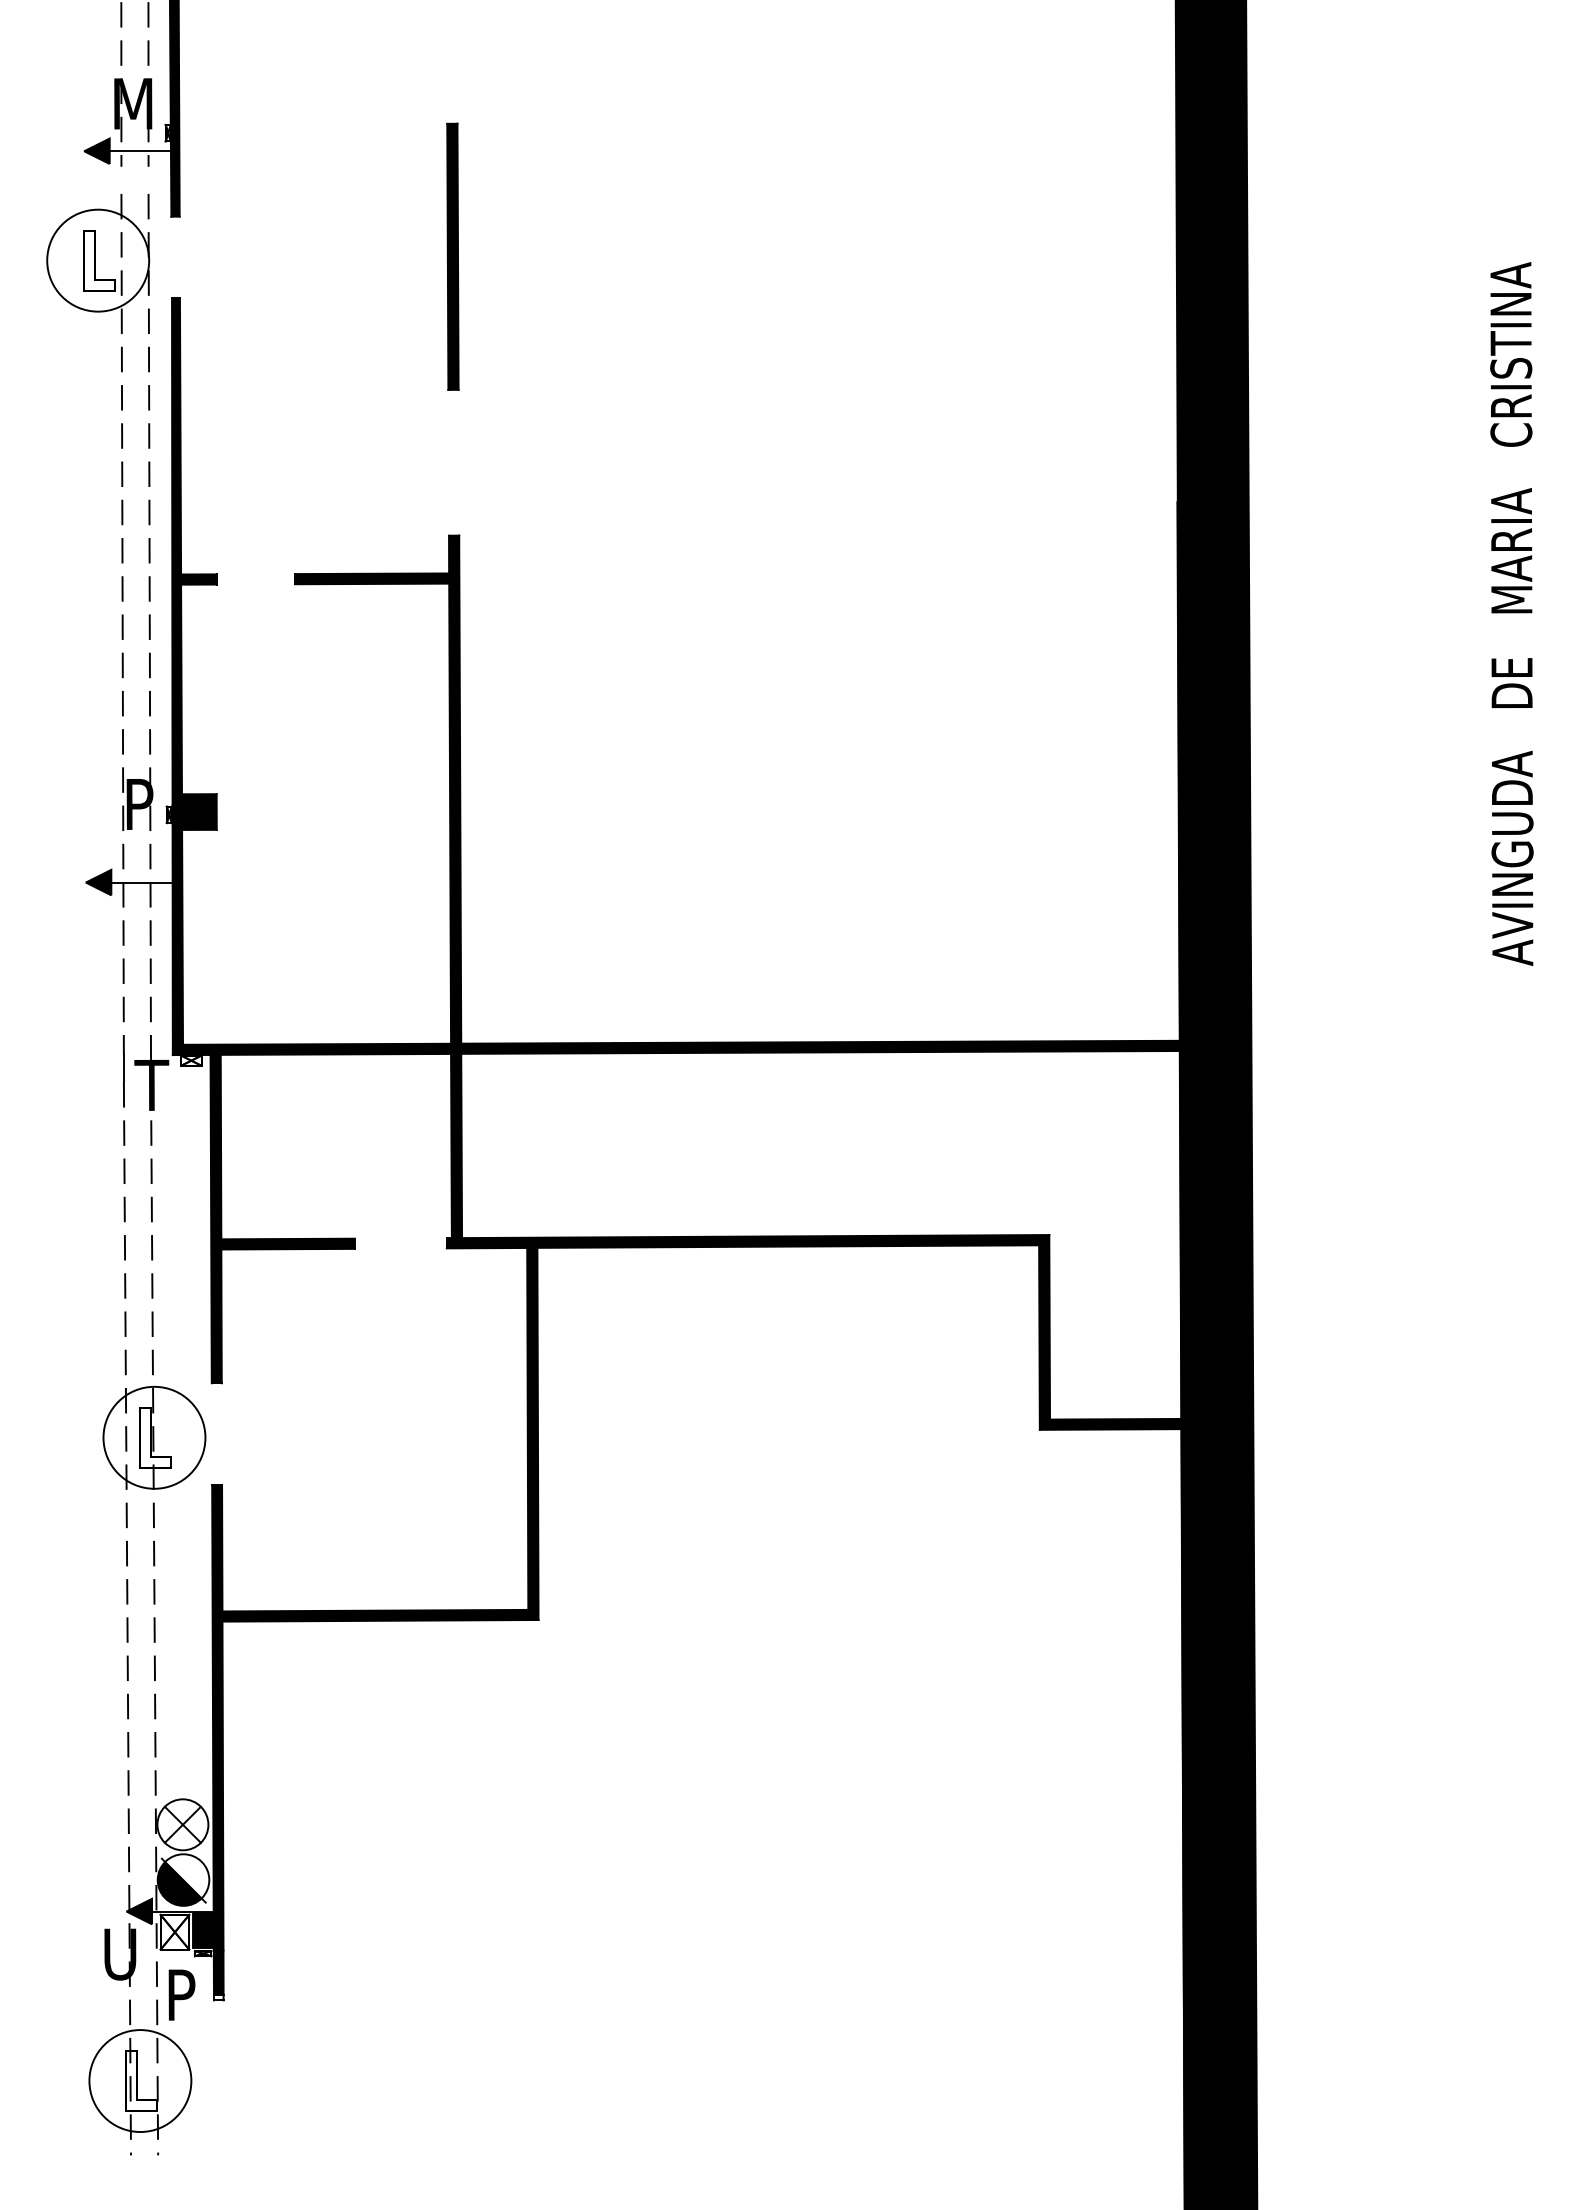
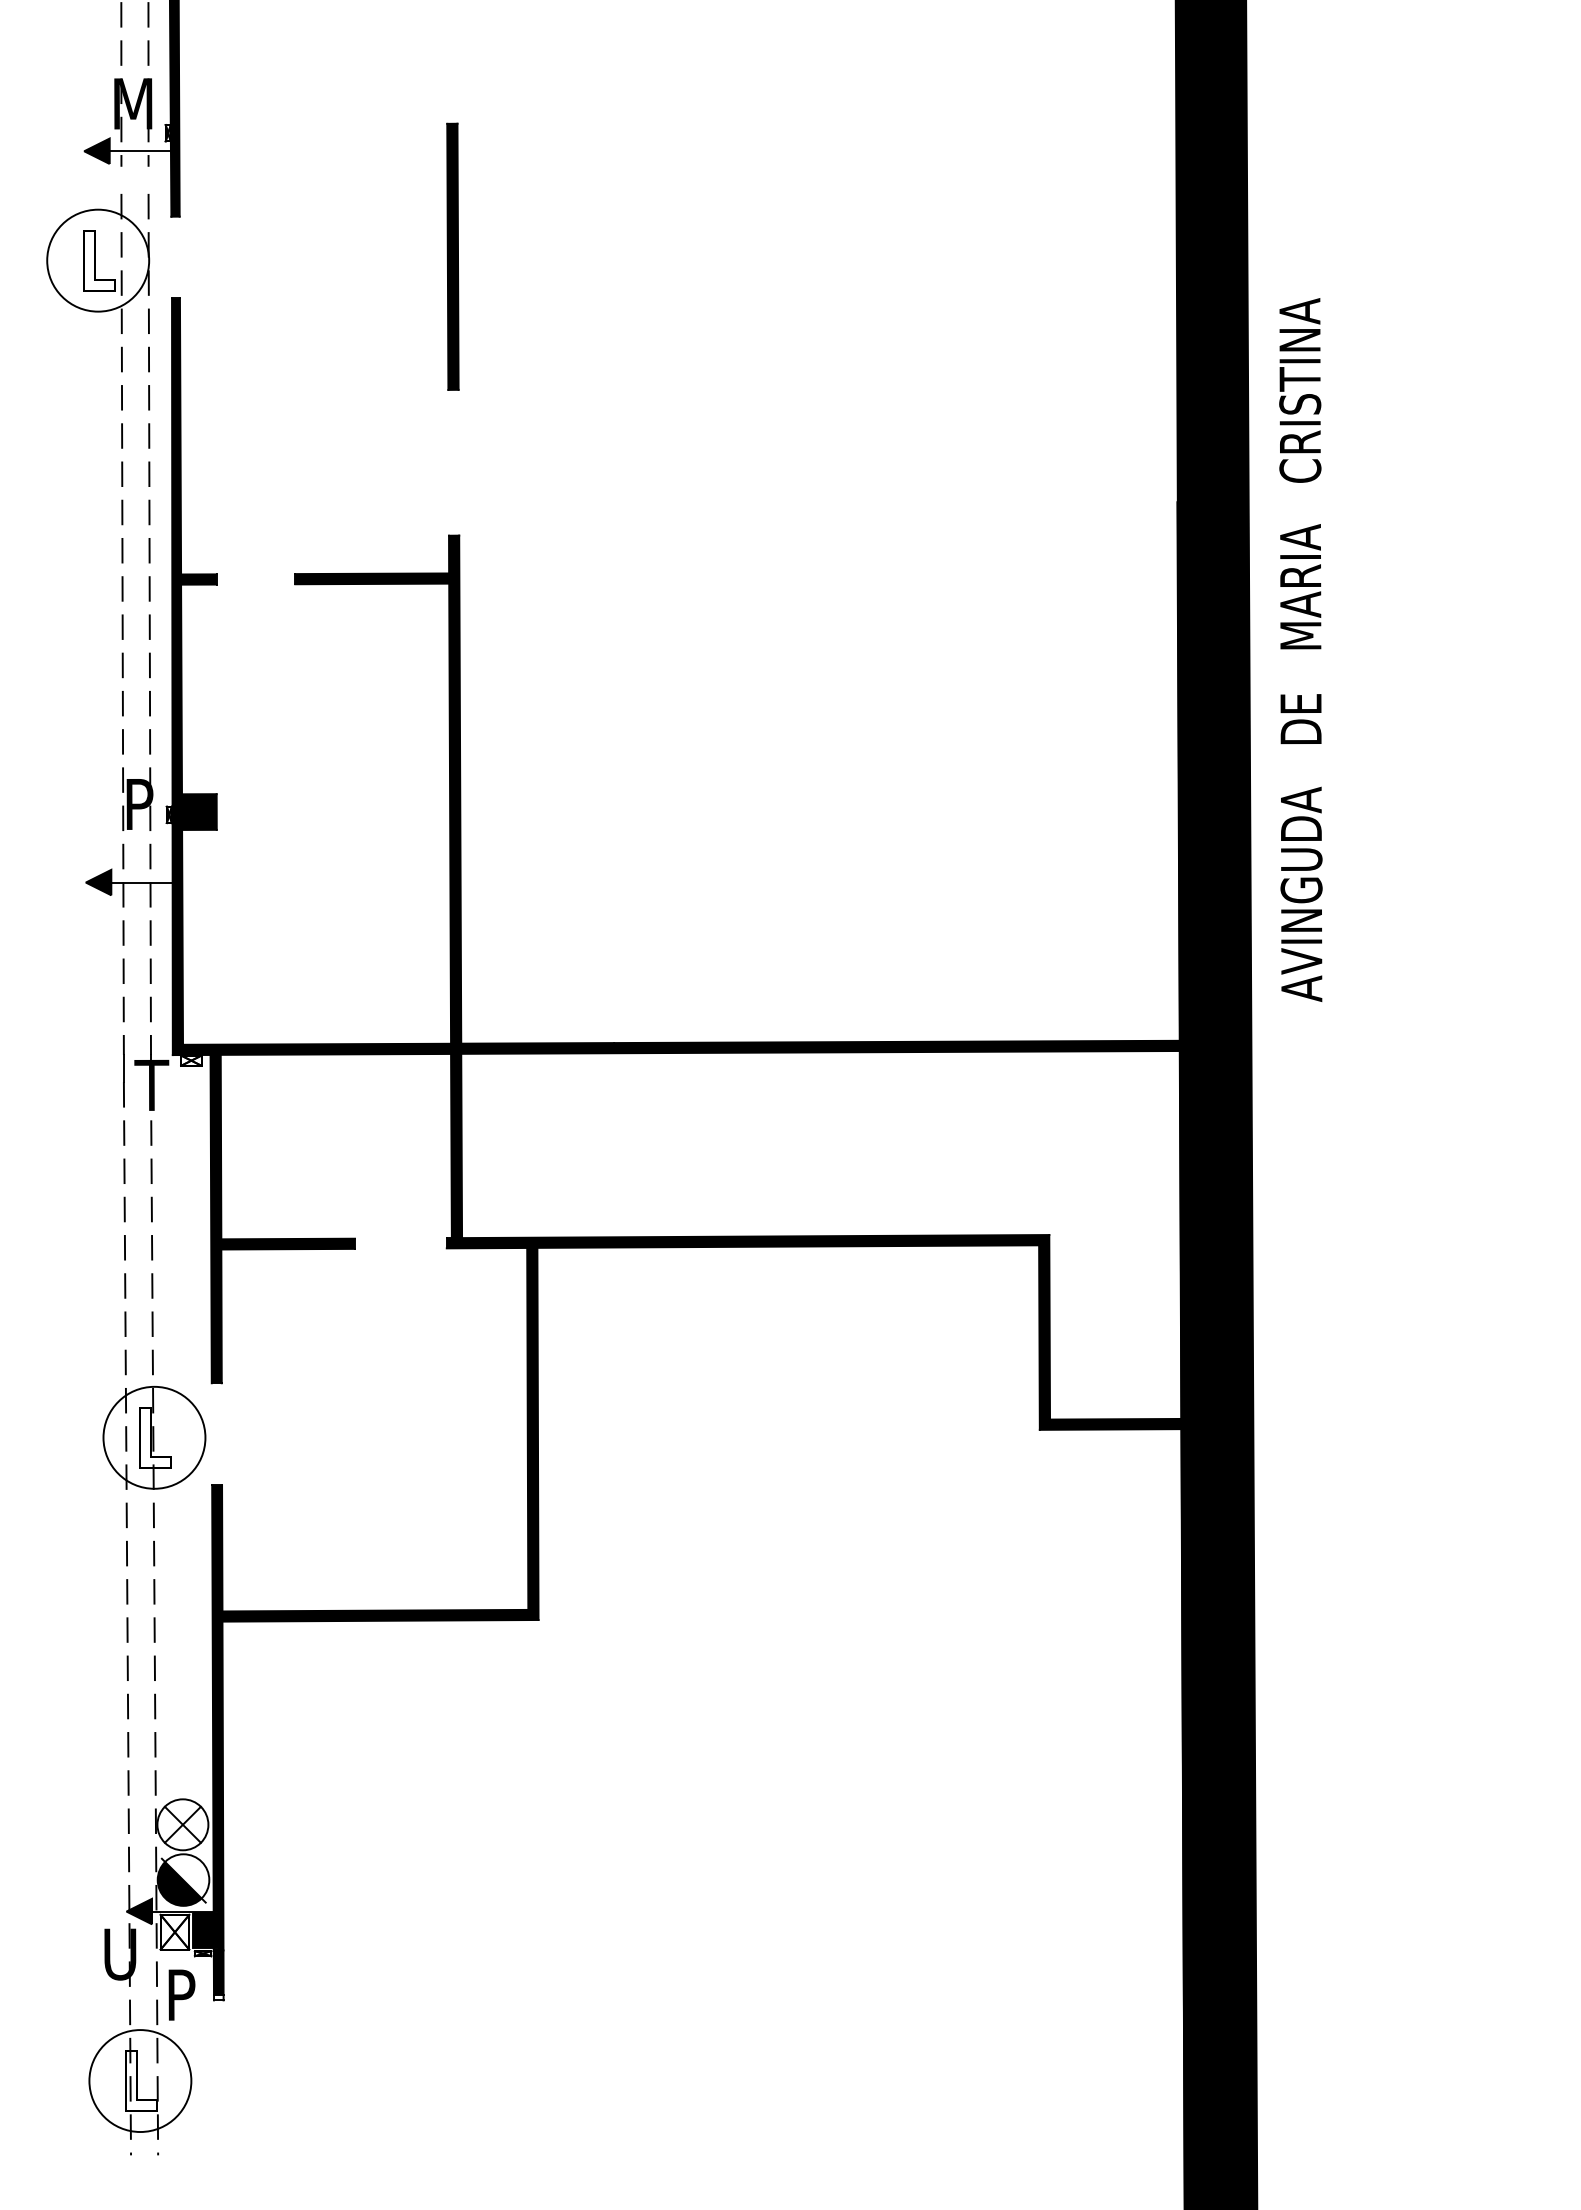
text at (1511, 613) position: (1511, 613) -> (1300, 649)
